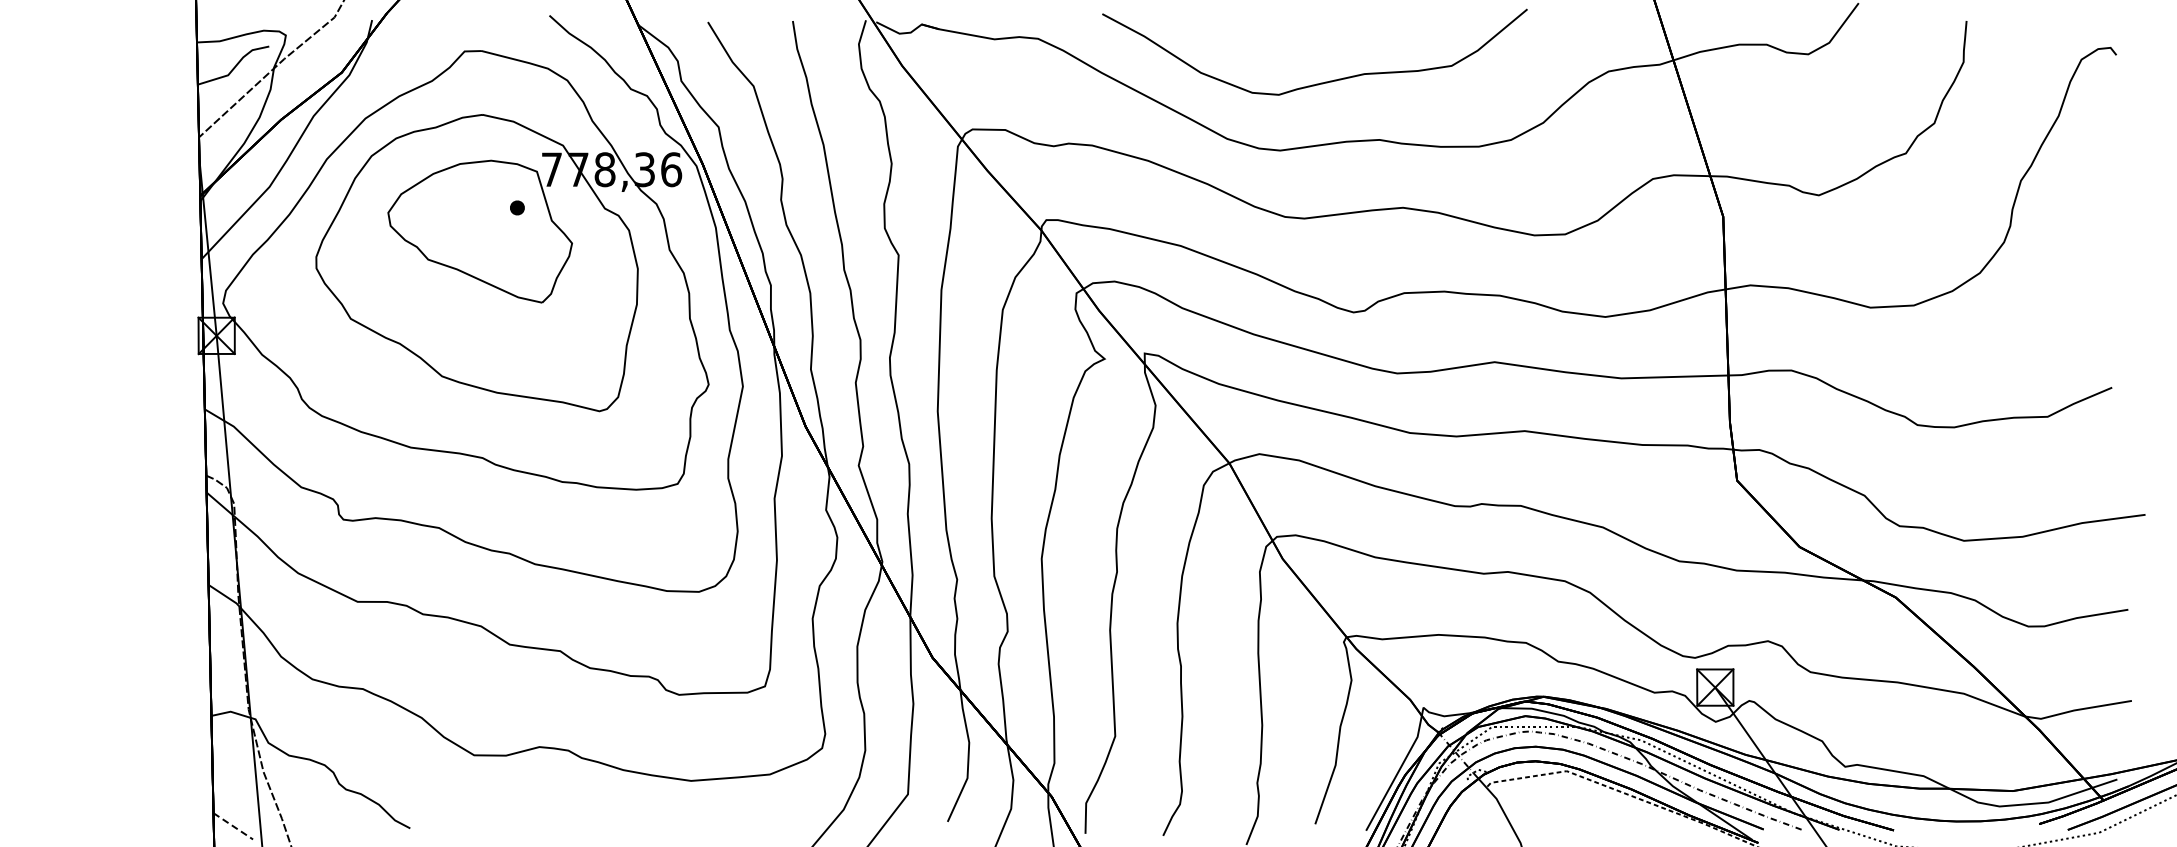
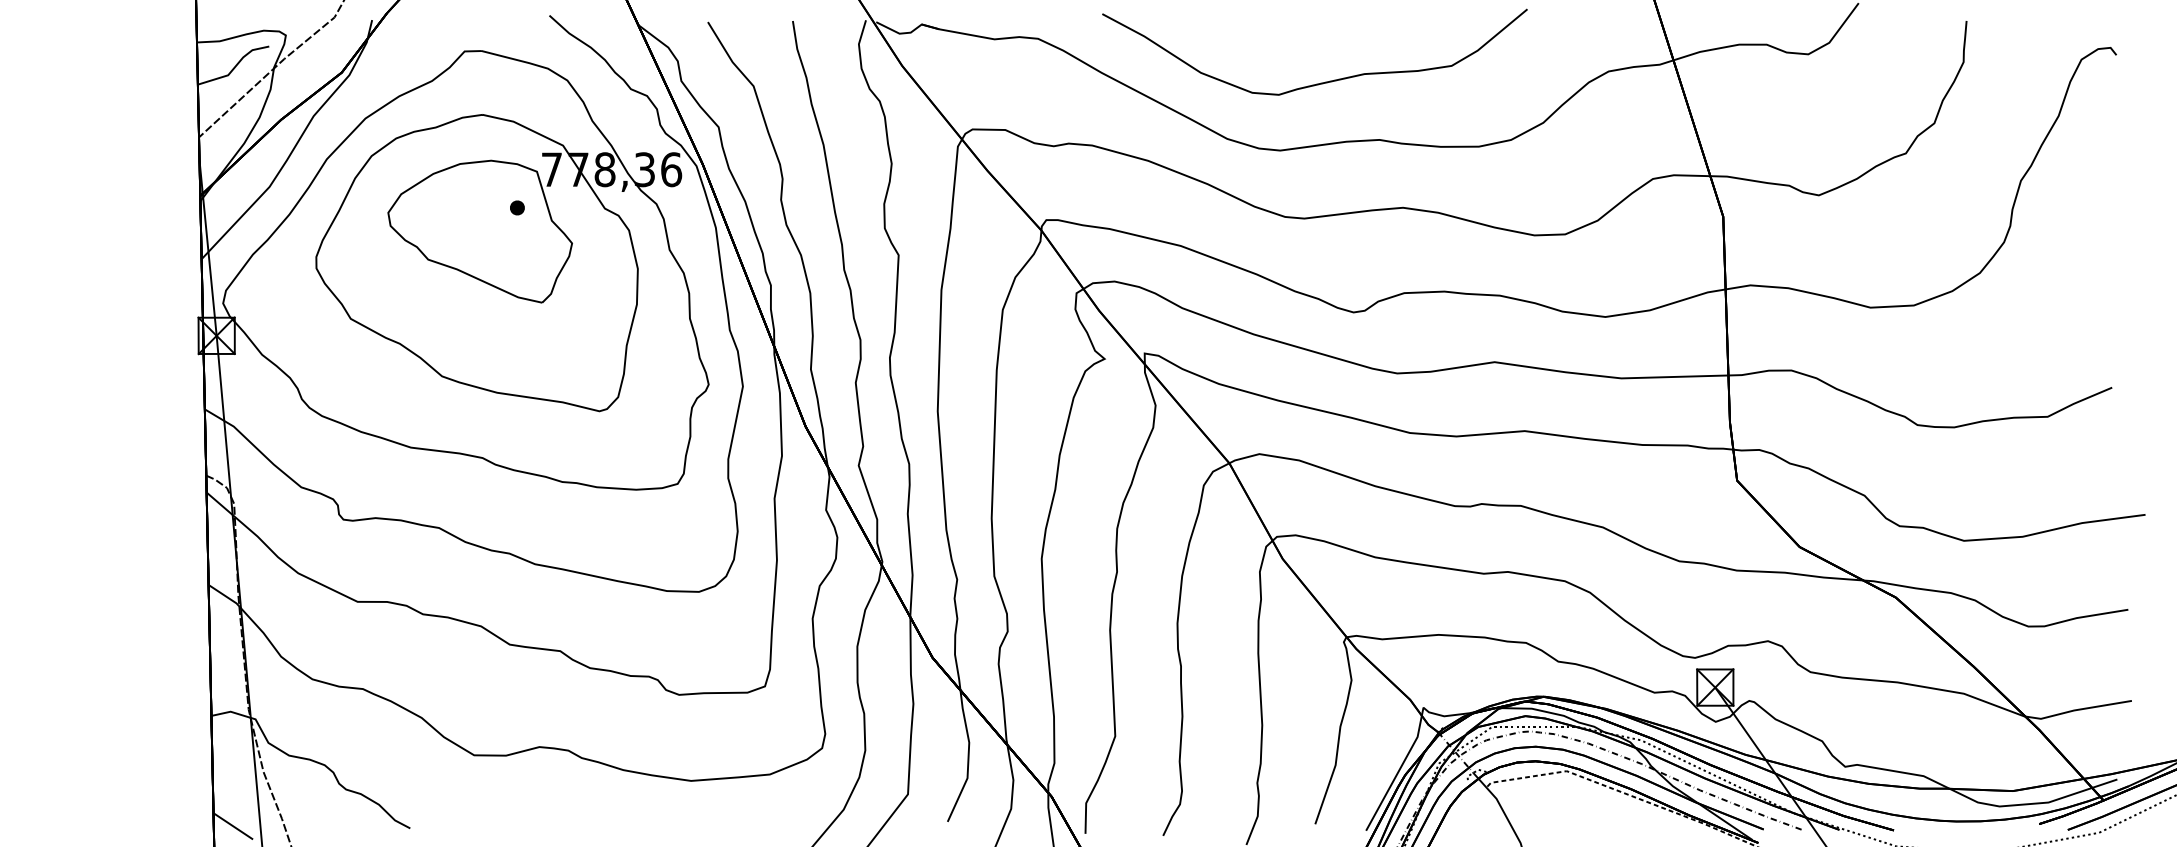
line at (232, 825): dashed -> solid
